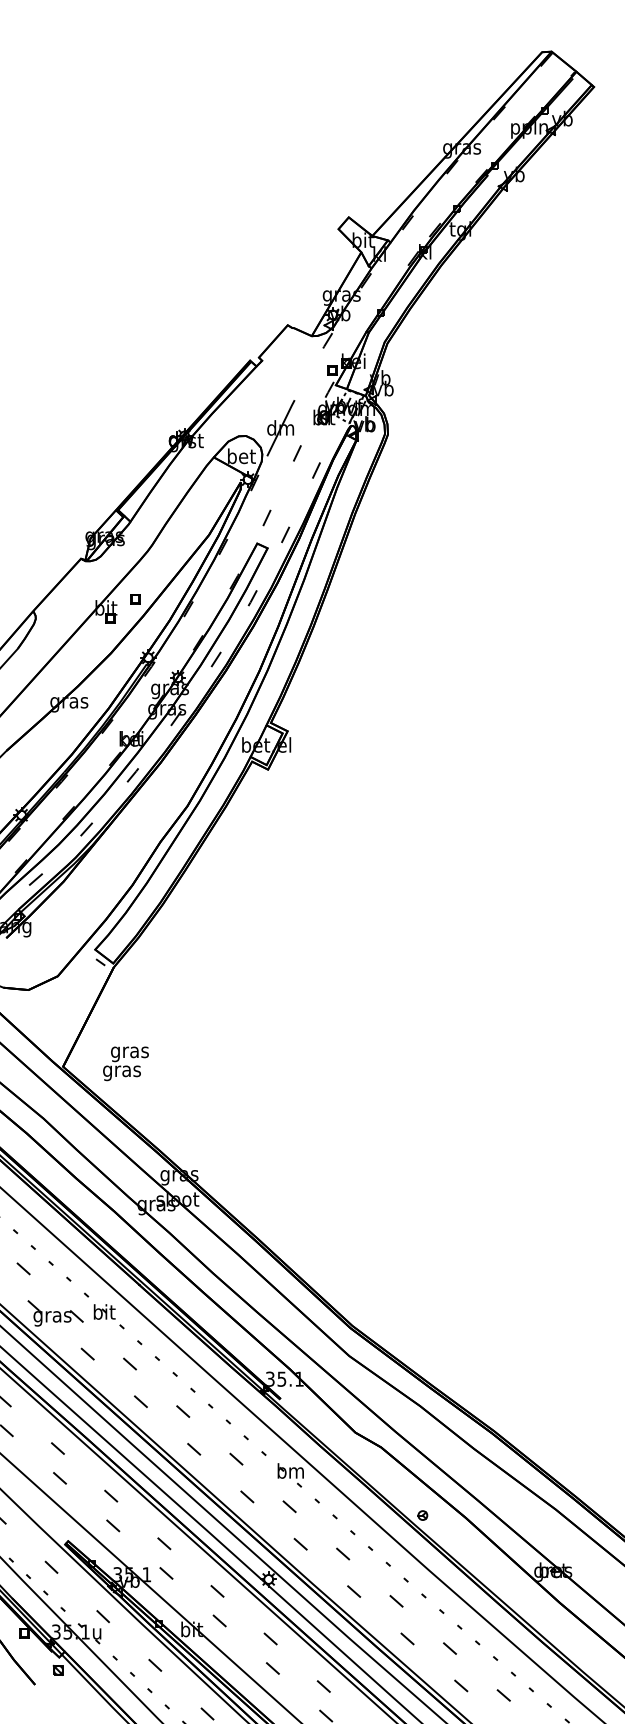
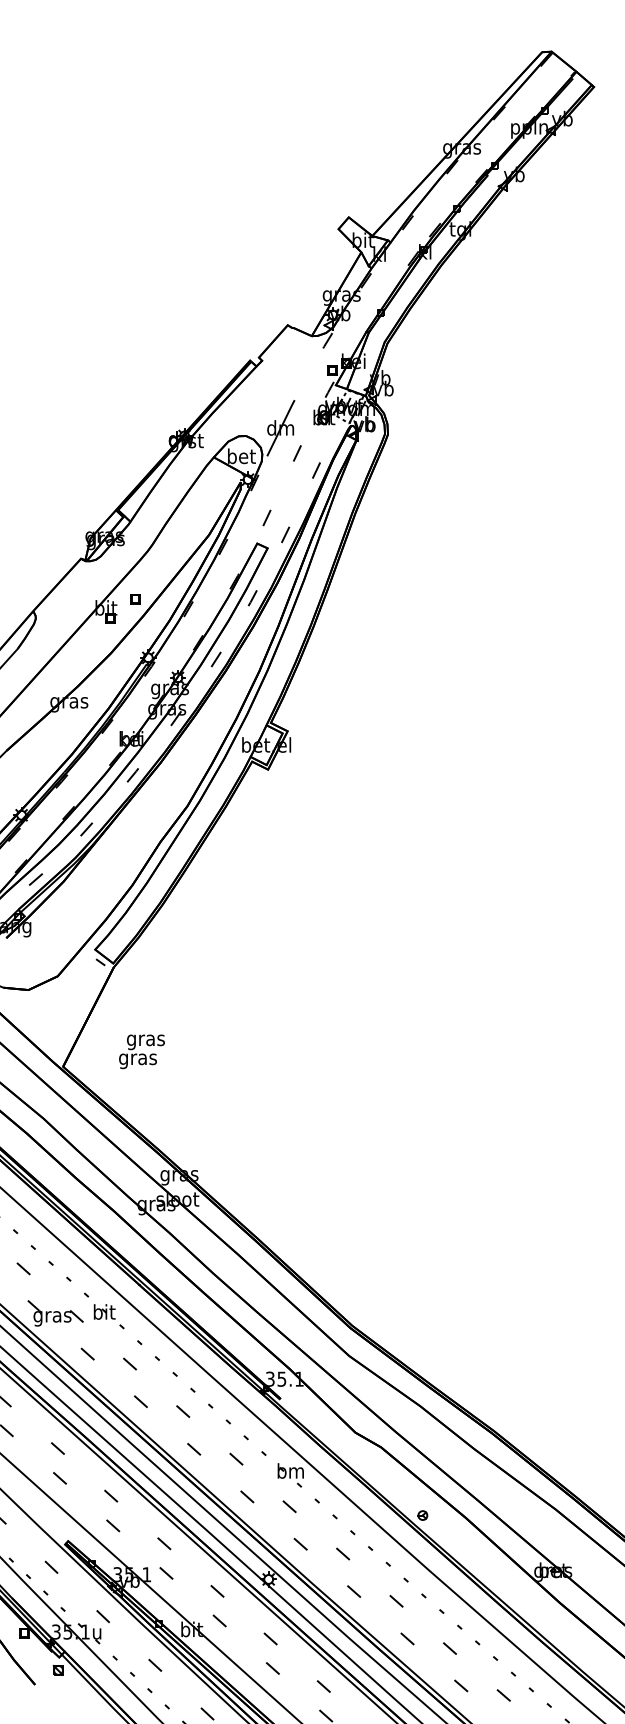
text at (125, 1063) position: (125, 1063) -> (141, 1051)
